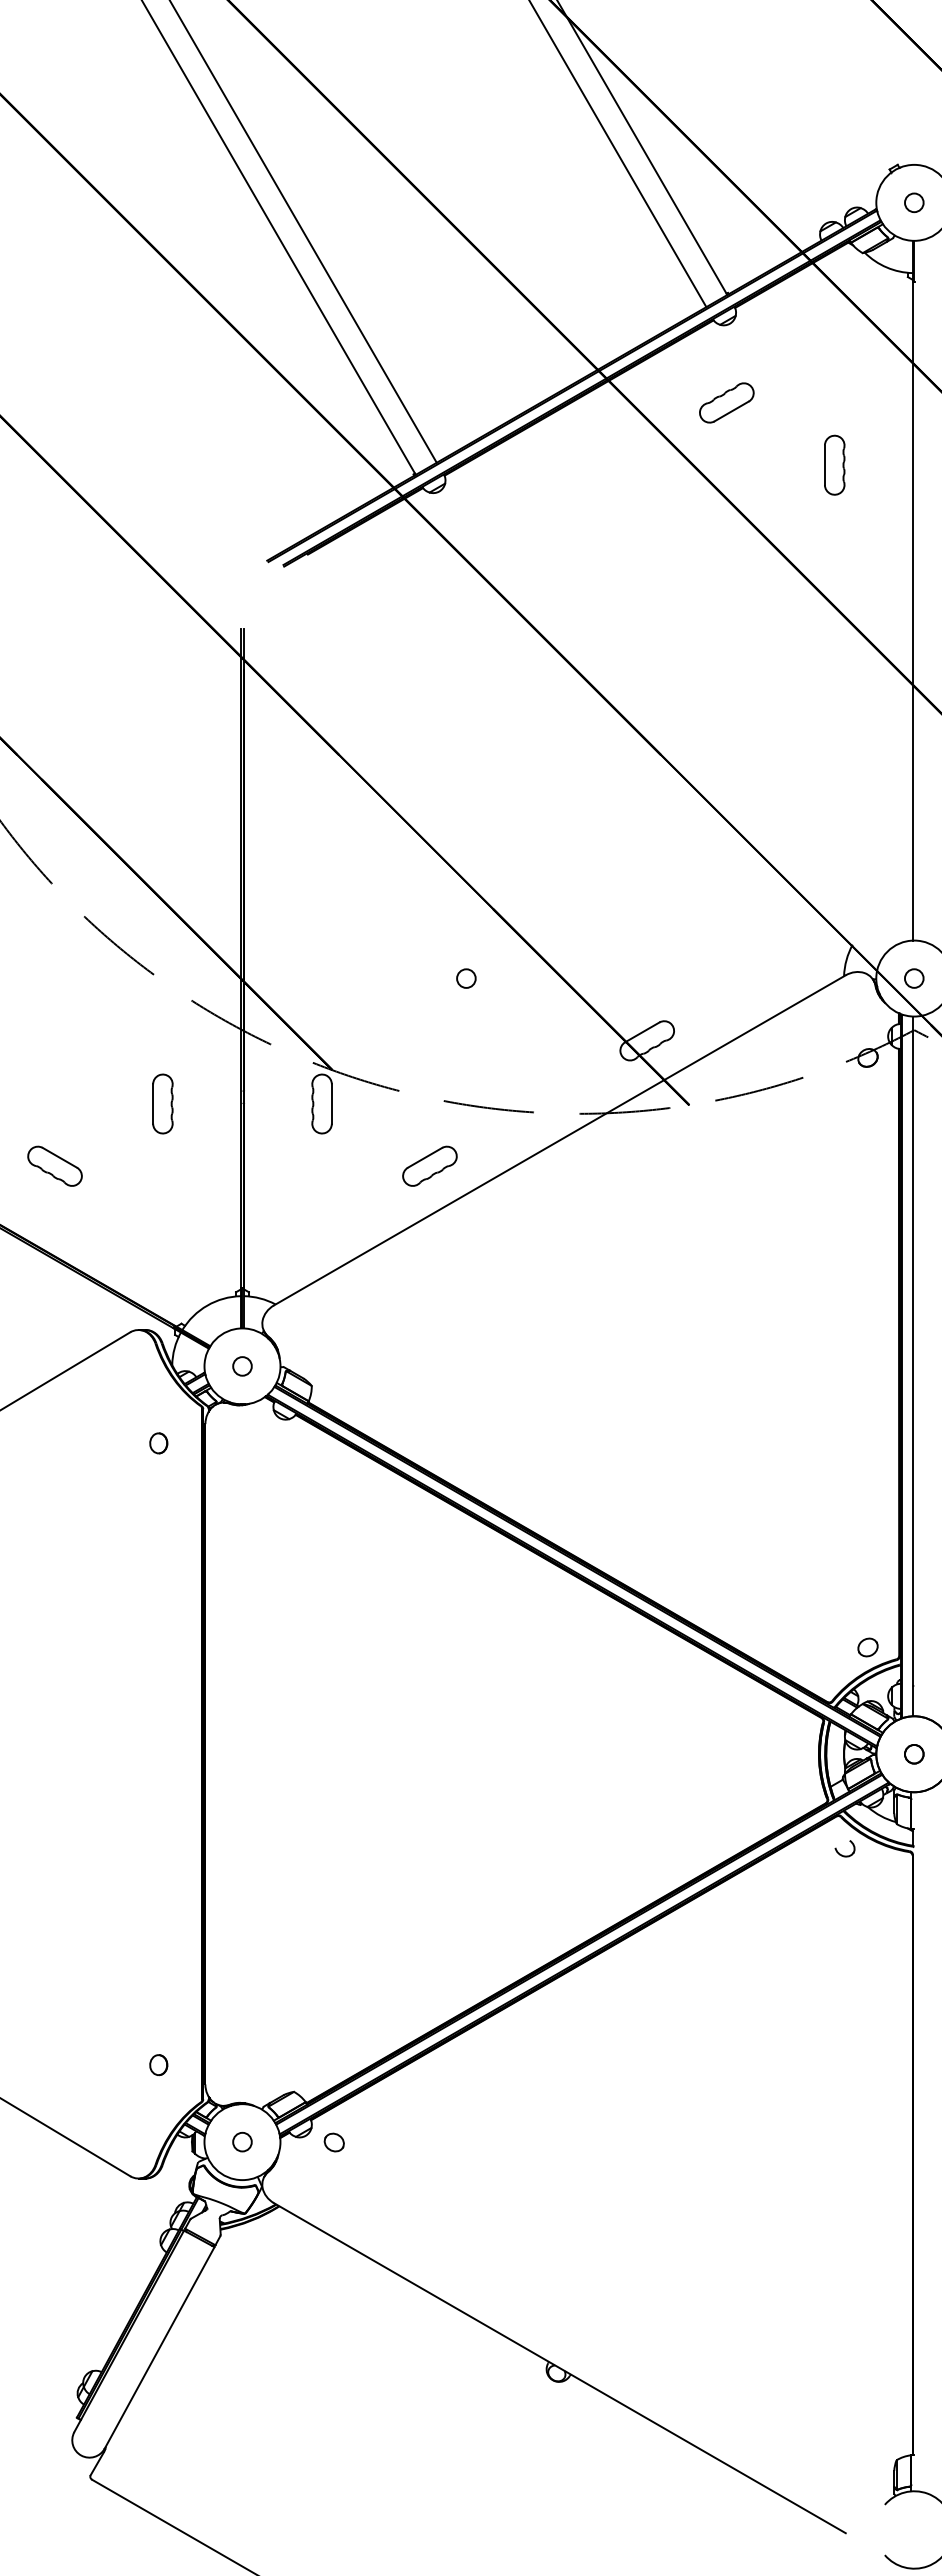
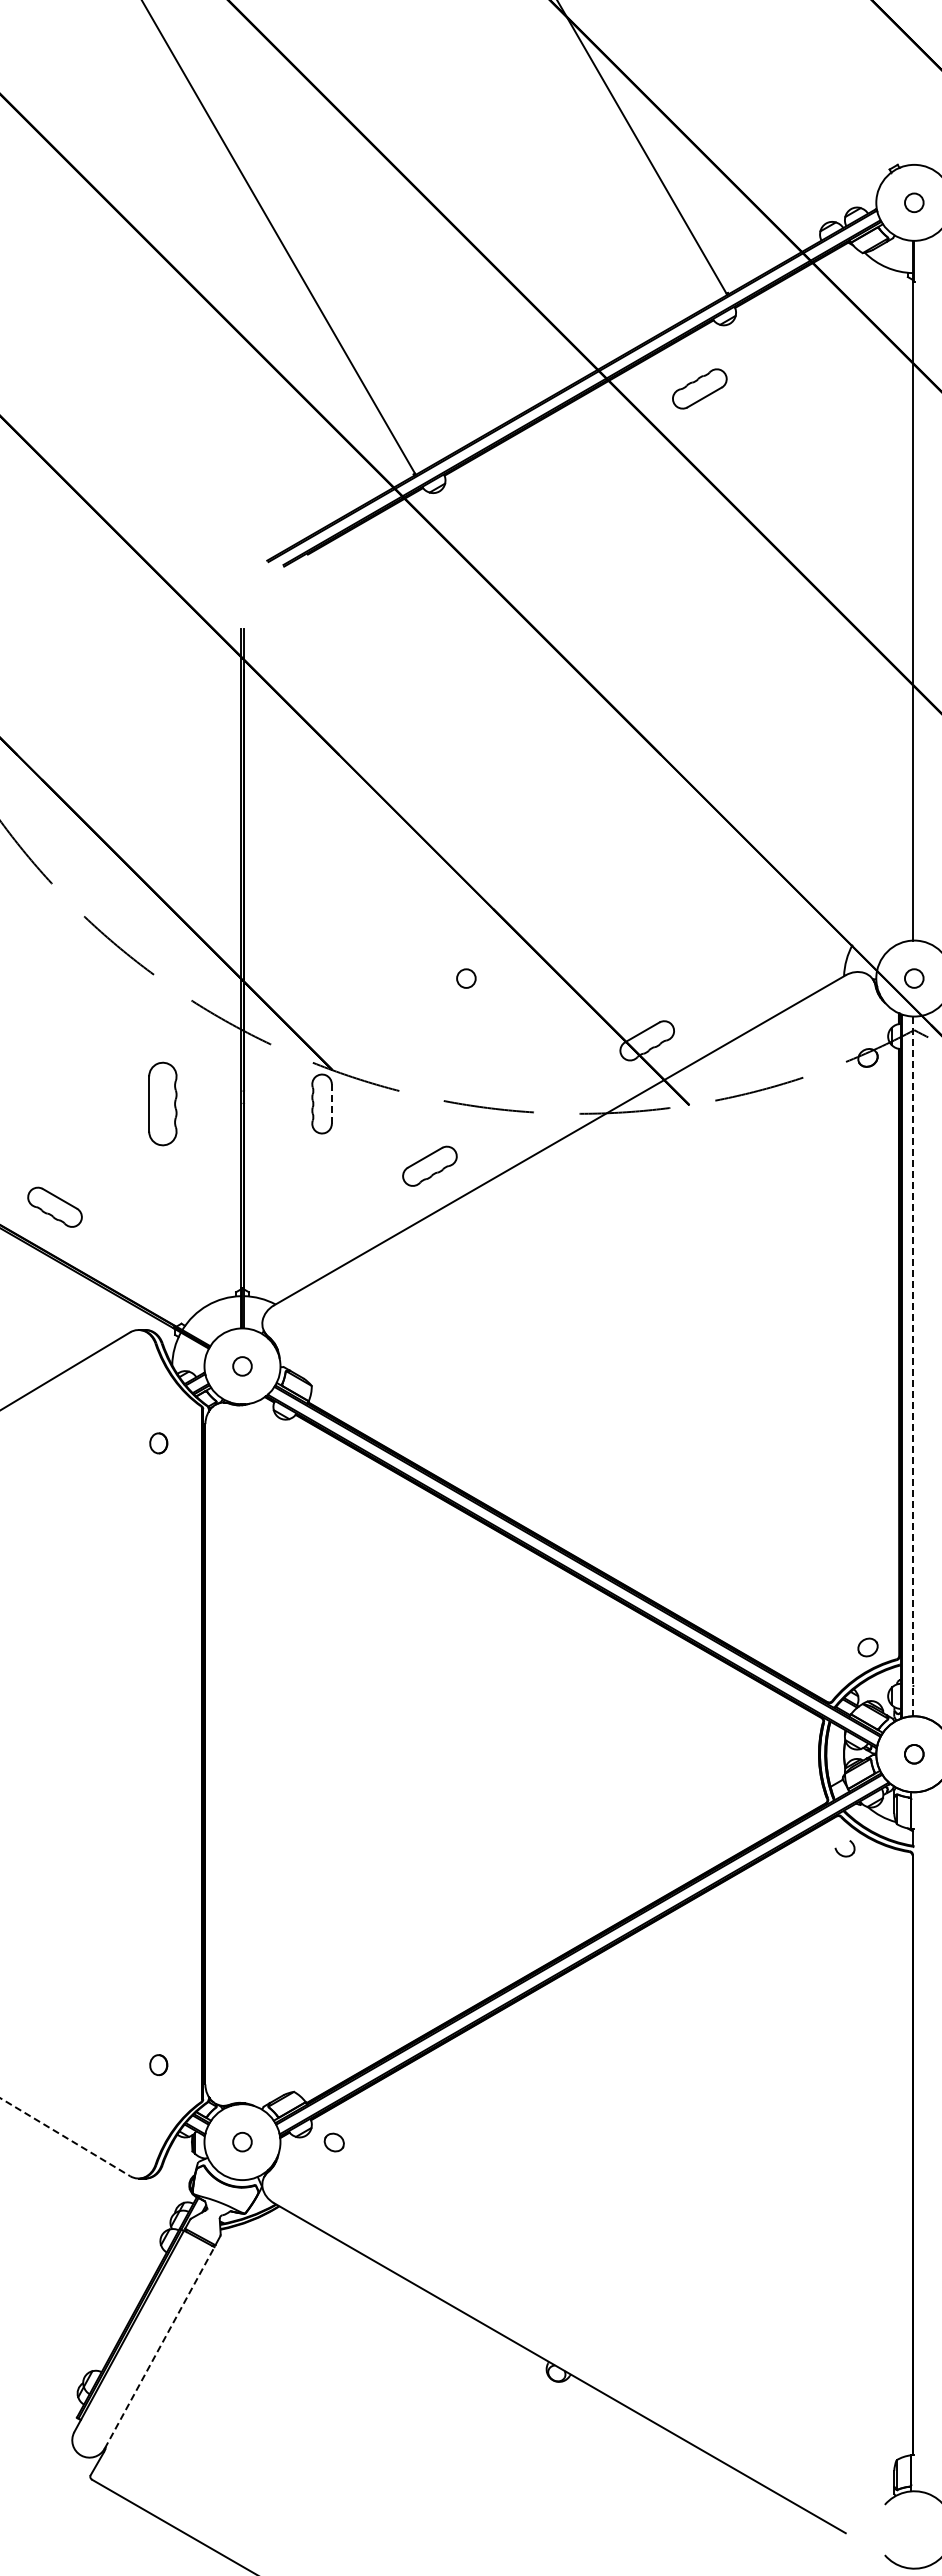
line at (618, 154): present -> none
line at (303, 232): present -> none
part at (726, 402) position: (726, 402) -> (699, 388)
part at (834, 464): present -> none
part at (162, 1103) size: 22x62 px -> 30x86 px
line at (331, 1104): solid -> dashed
part at (54, 1165) position: (54, 1165) -> (54, 1206)
line at (912, 1366): solid -> dashed
line at (65, 2137): solid -> dashed
line at (159, 2347): solid -> dashed
